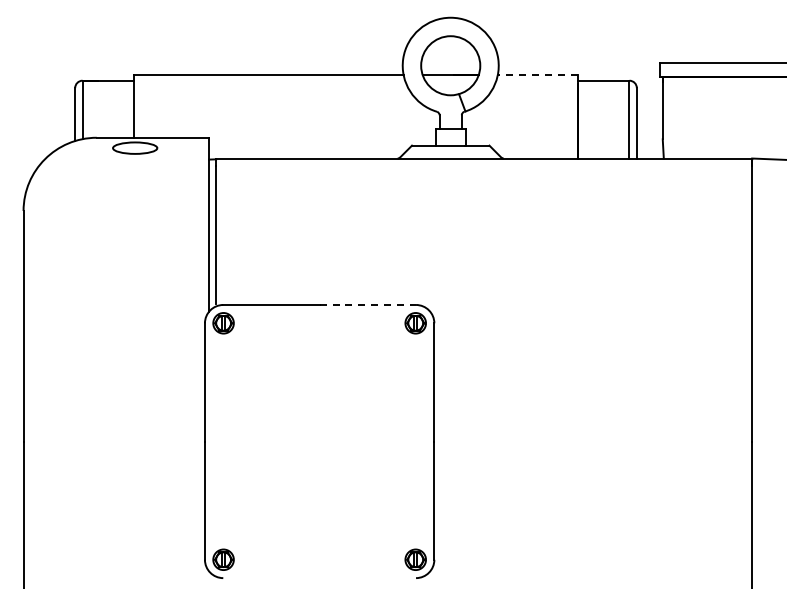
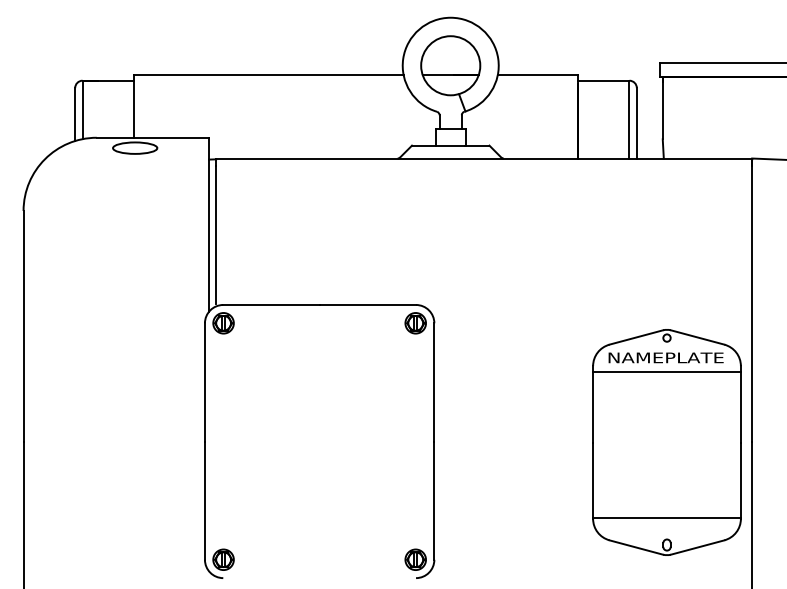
line at (537, 74): dashed -> solid
line at (368, 304): dashed -> solid
part at (666, 442): none -> present
